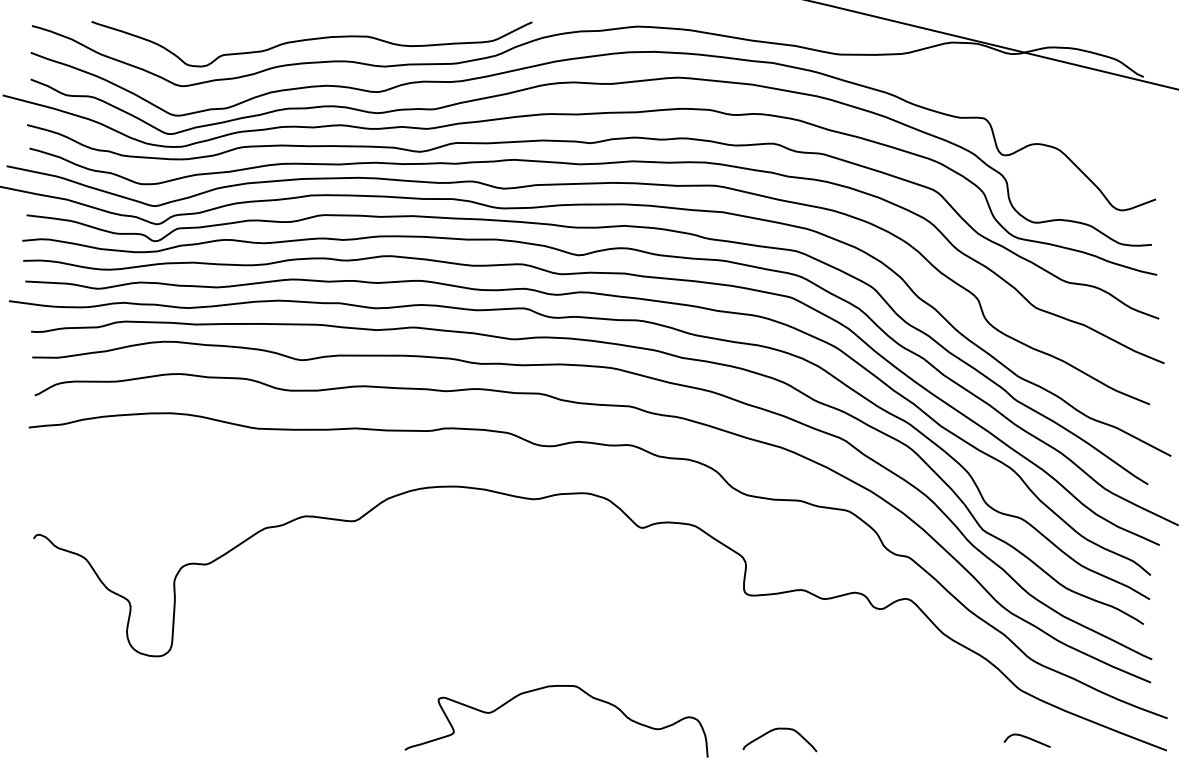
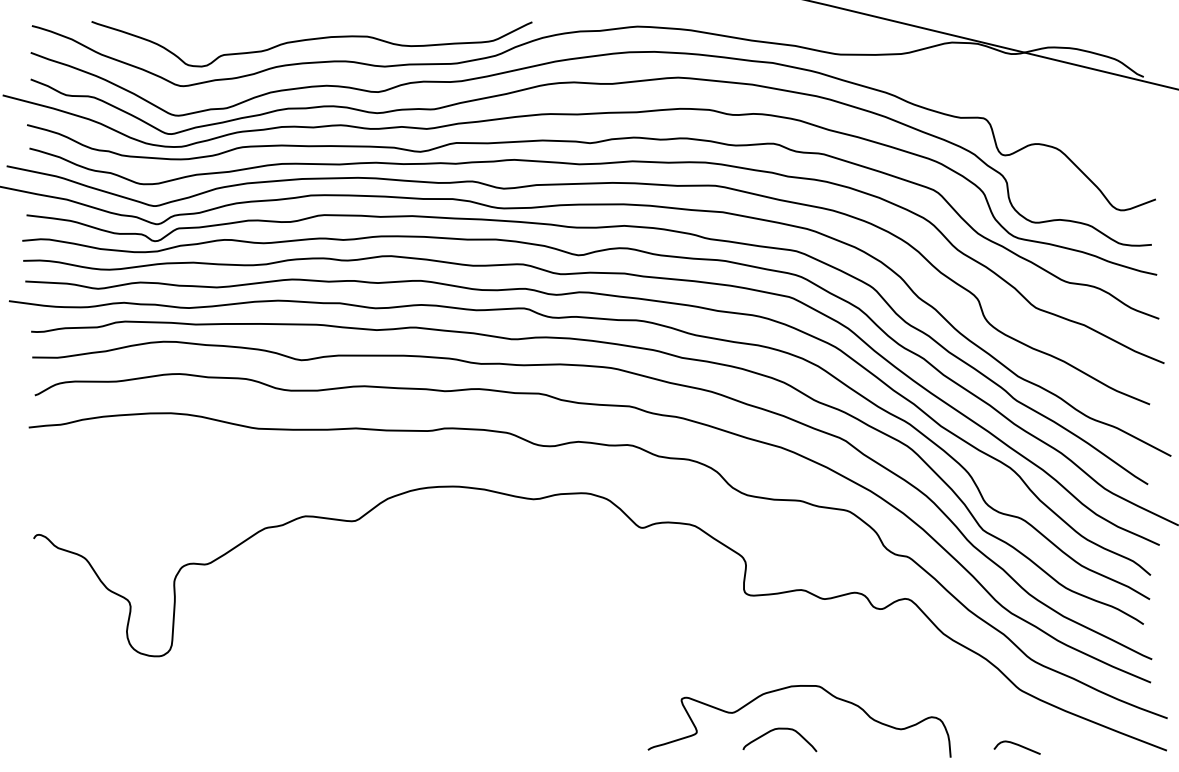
curve at (552, 687) position: (552, 687) -> (795, 687)
curve at (1026, 738) position: (1026, 738) -> (1016, 745)
